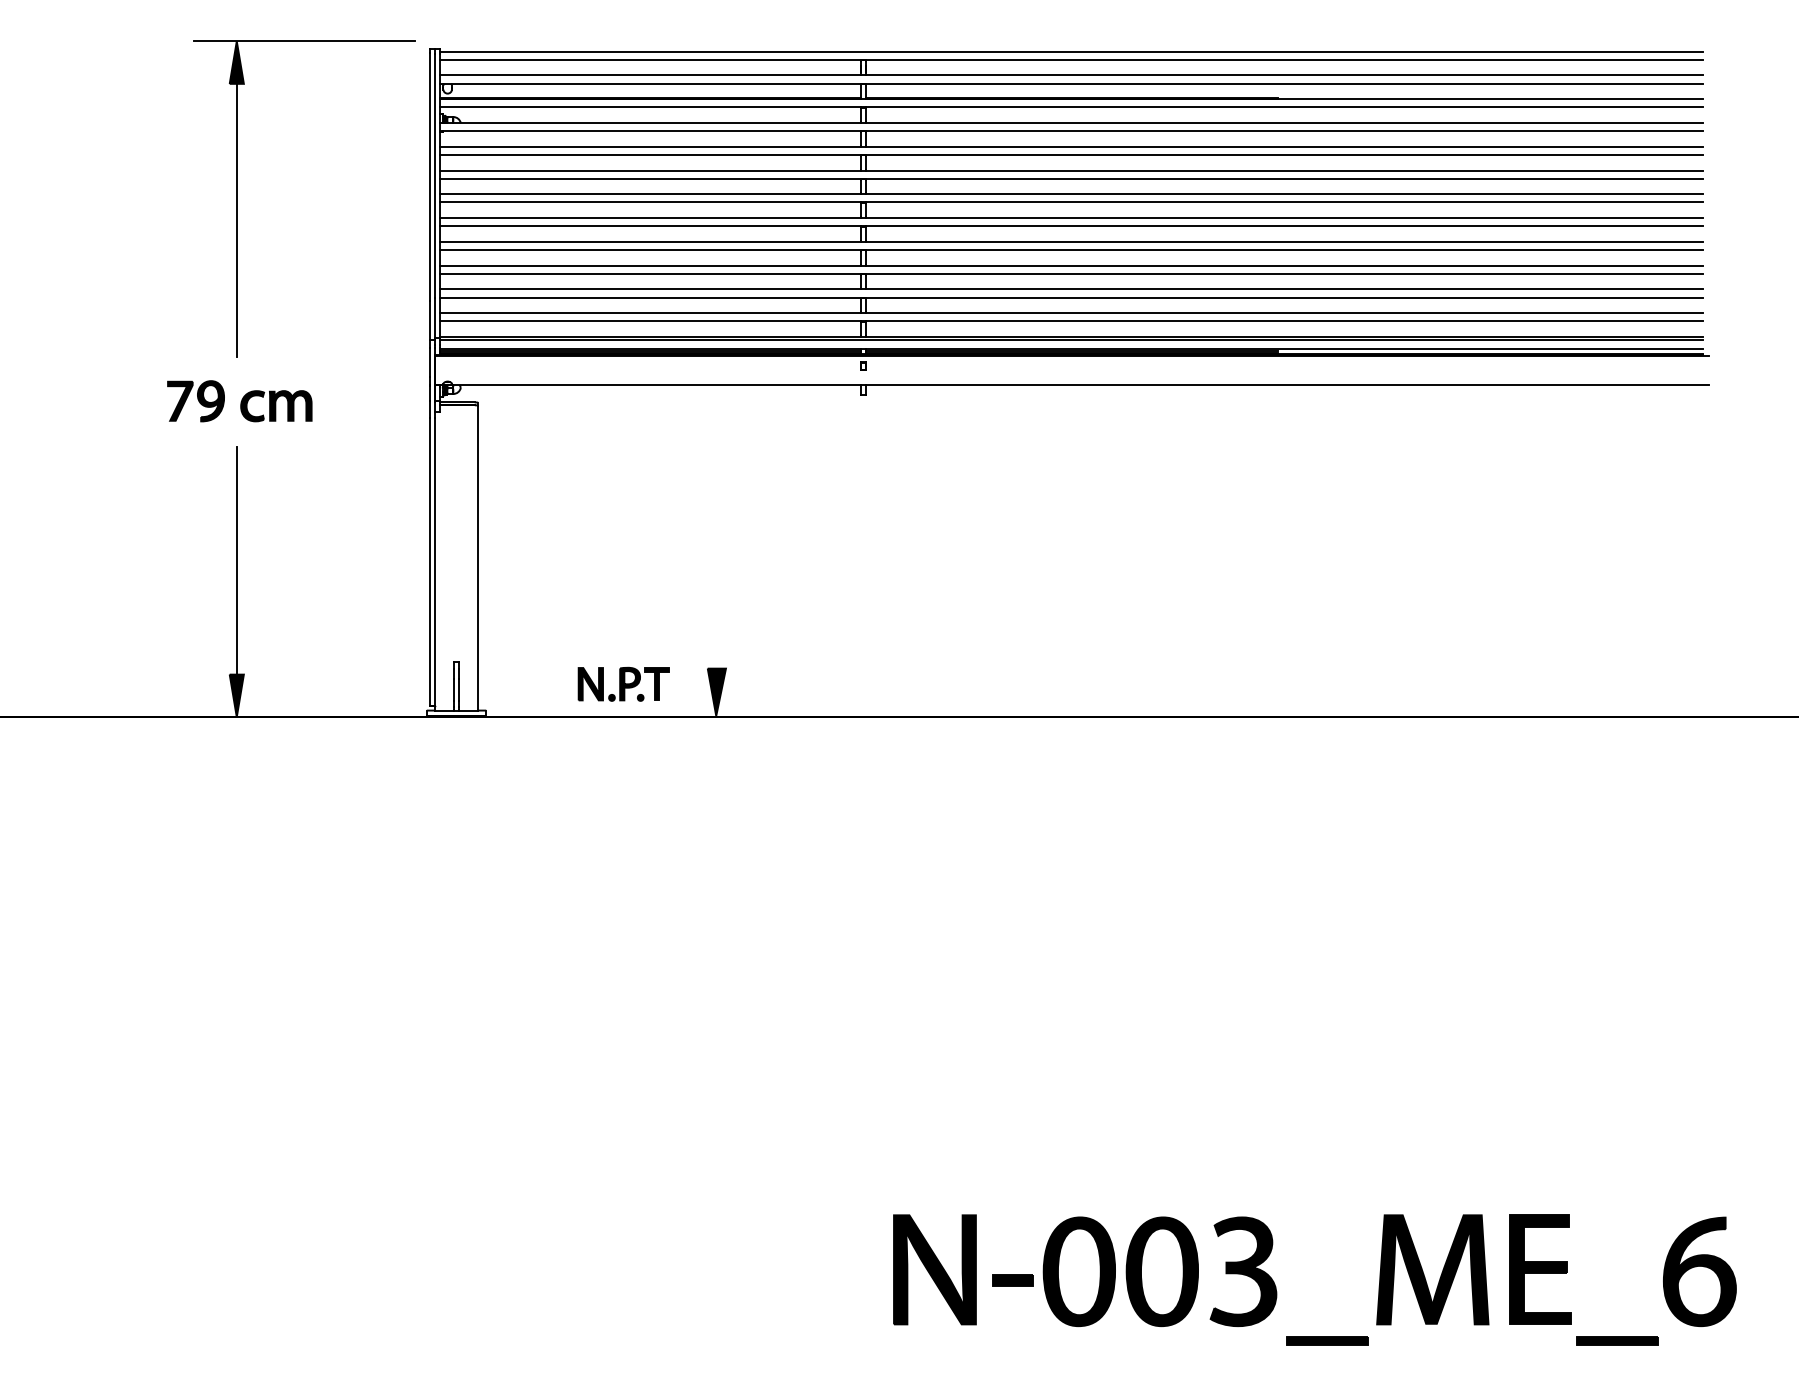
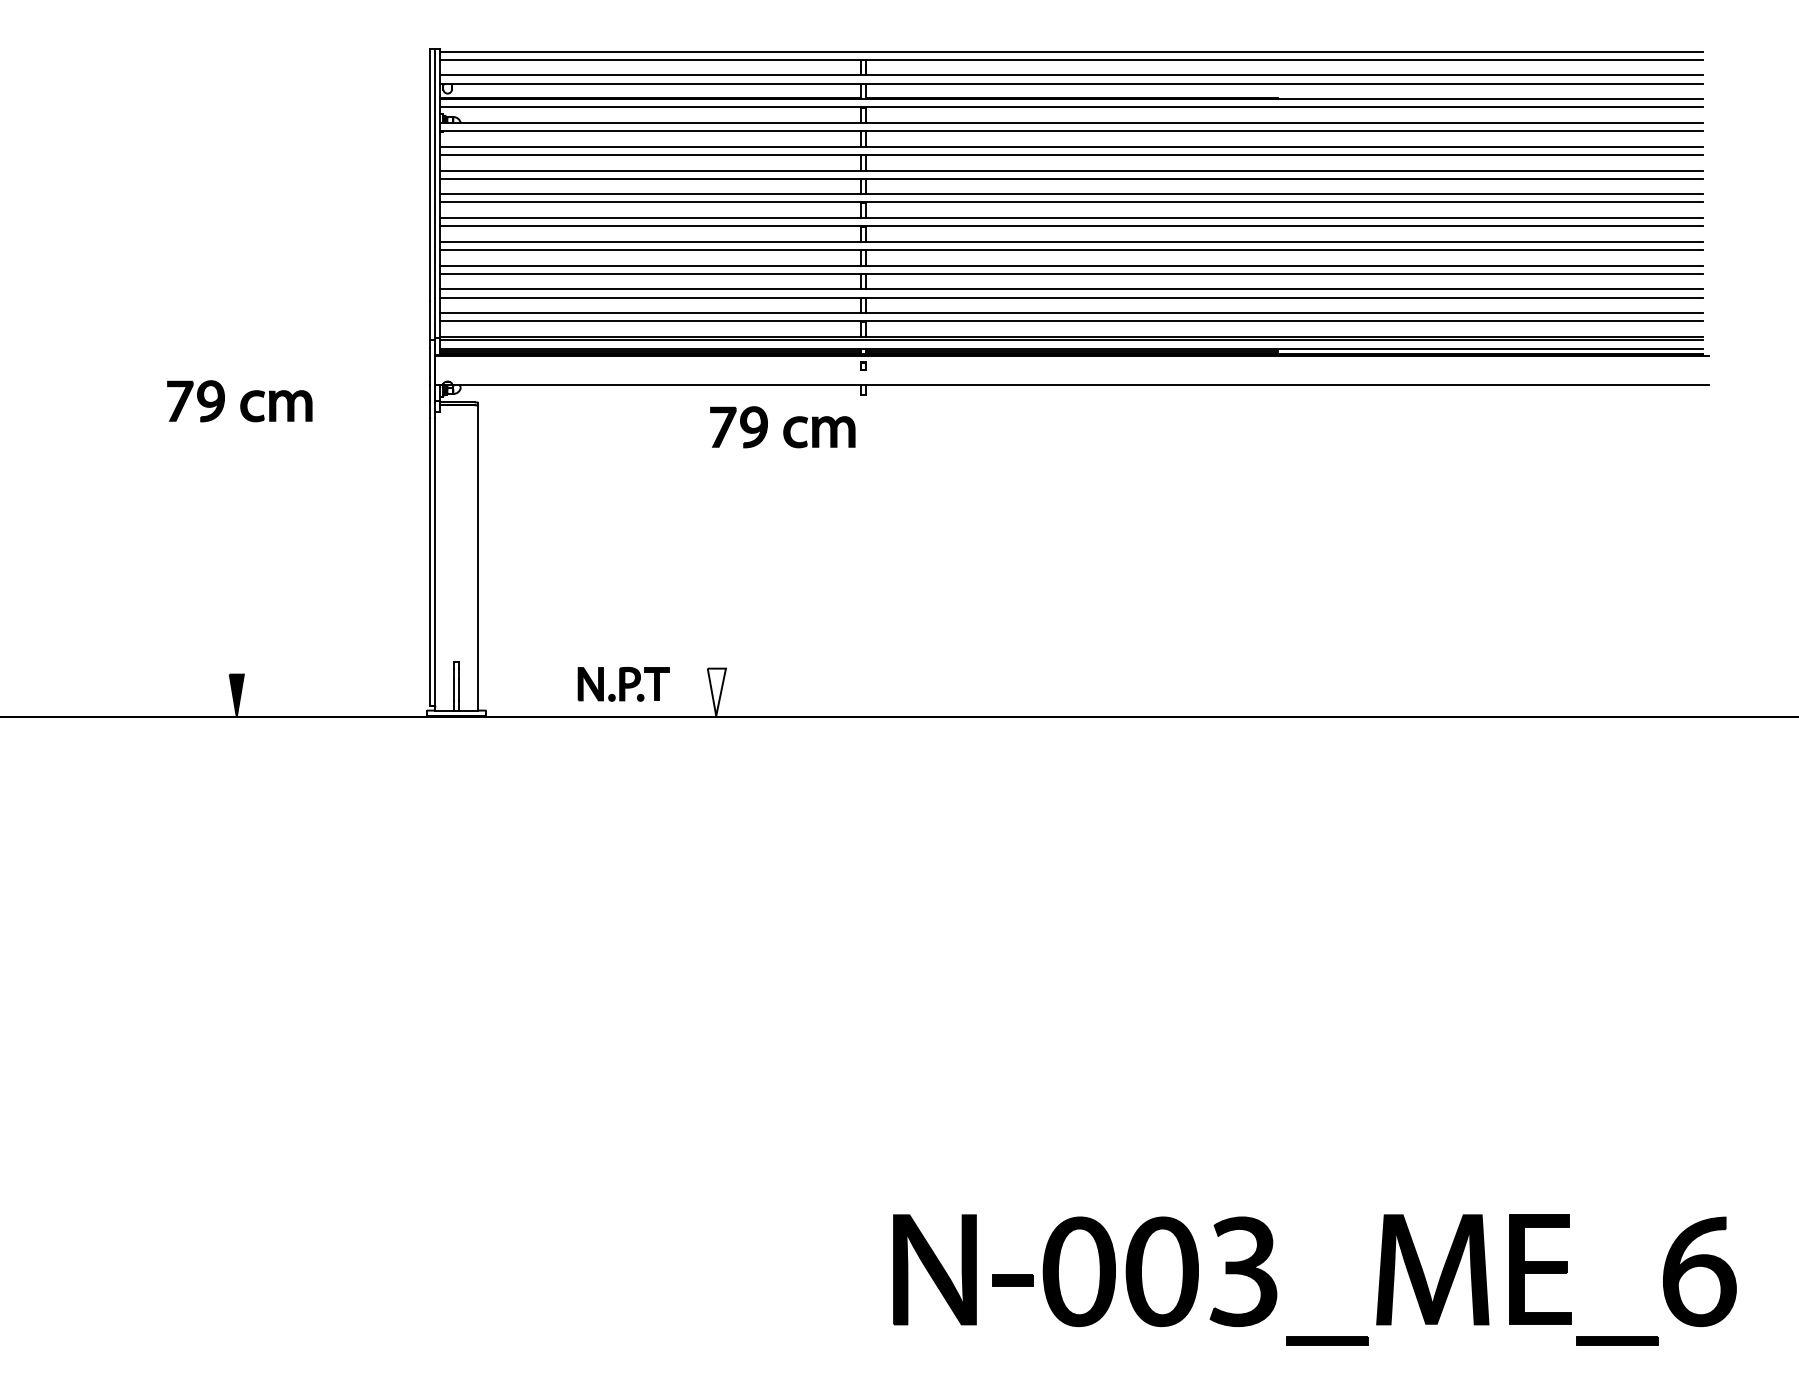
part at (237, 198): present -> none
part at (782, 427): none -> present
line at (236, 560): present -> none
fill at (716, 692): present -> none
